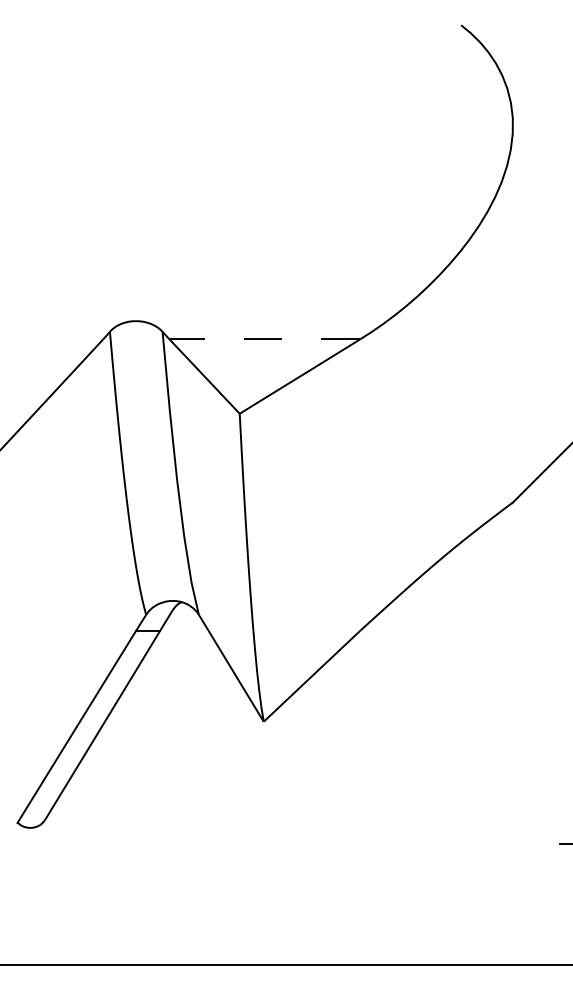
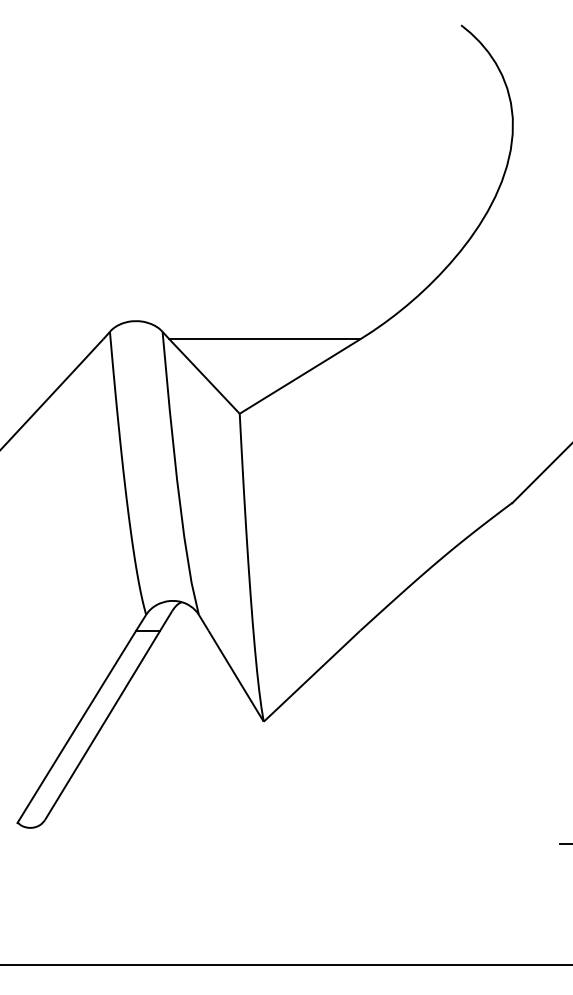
line at (264, 339): dashed -> solid
